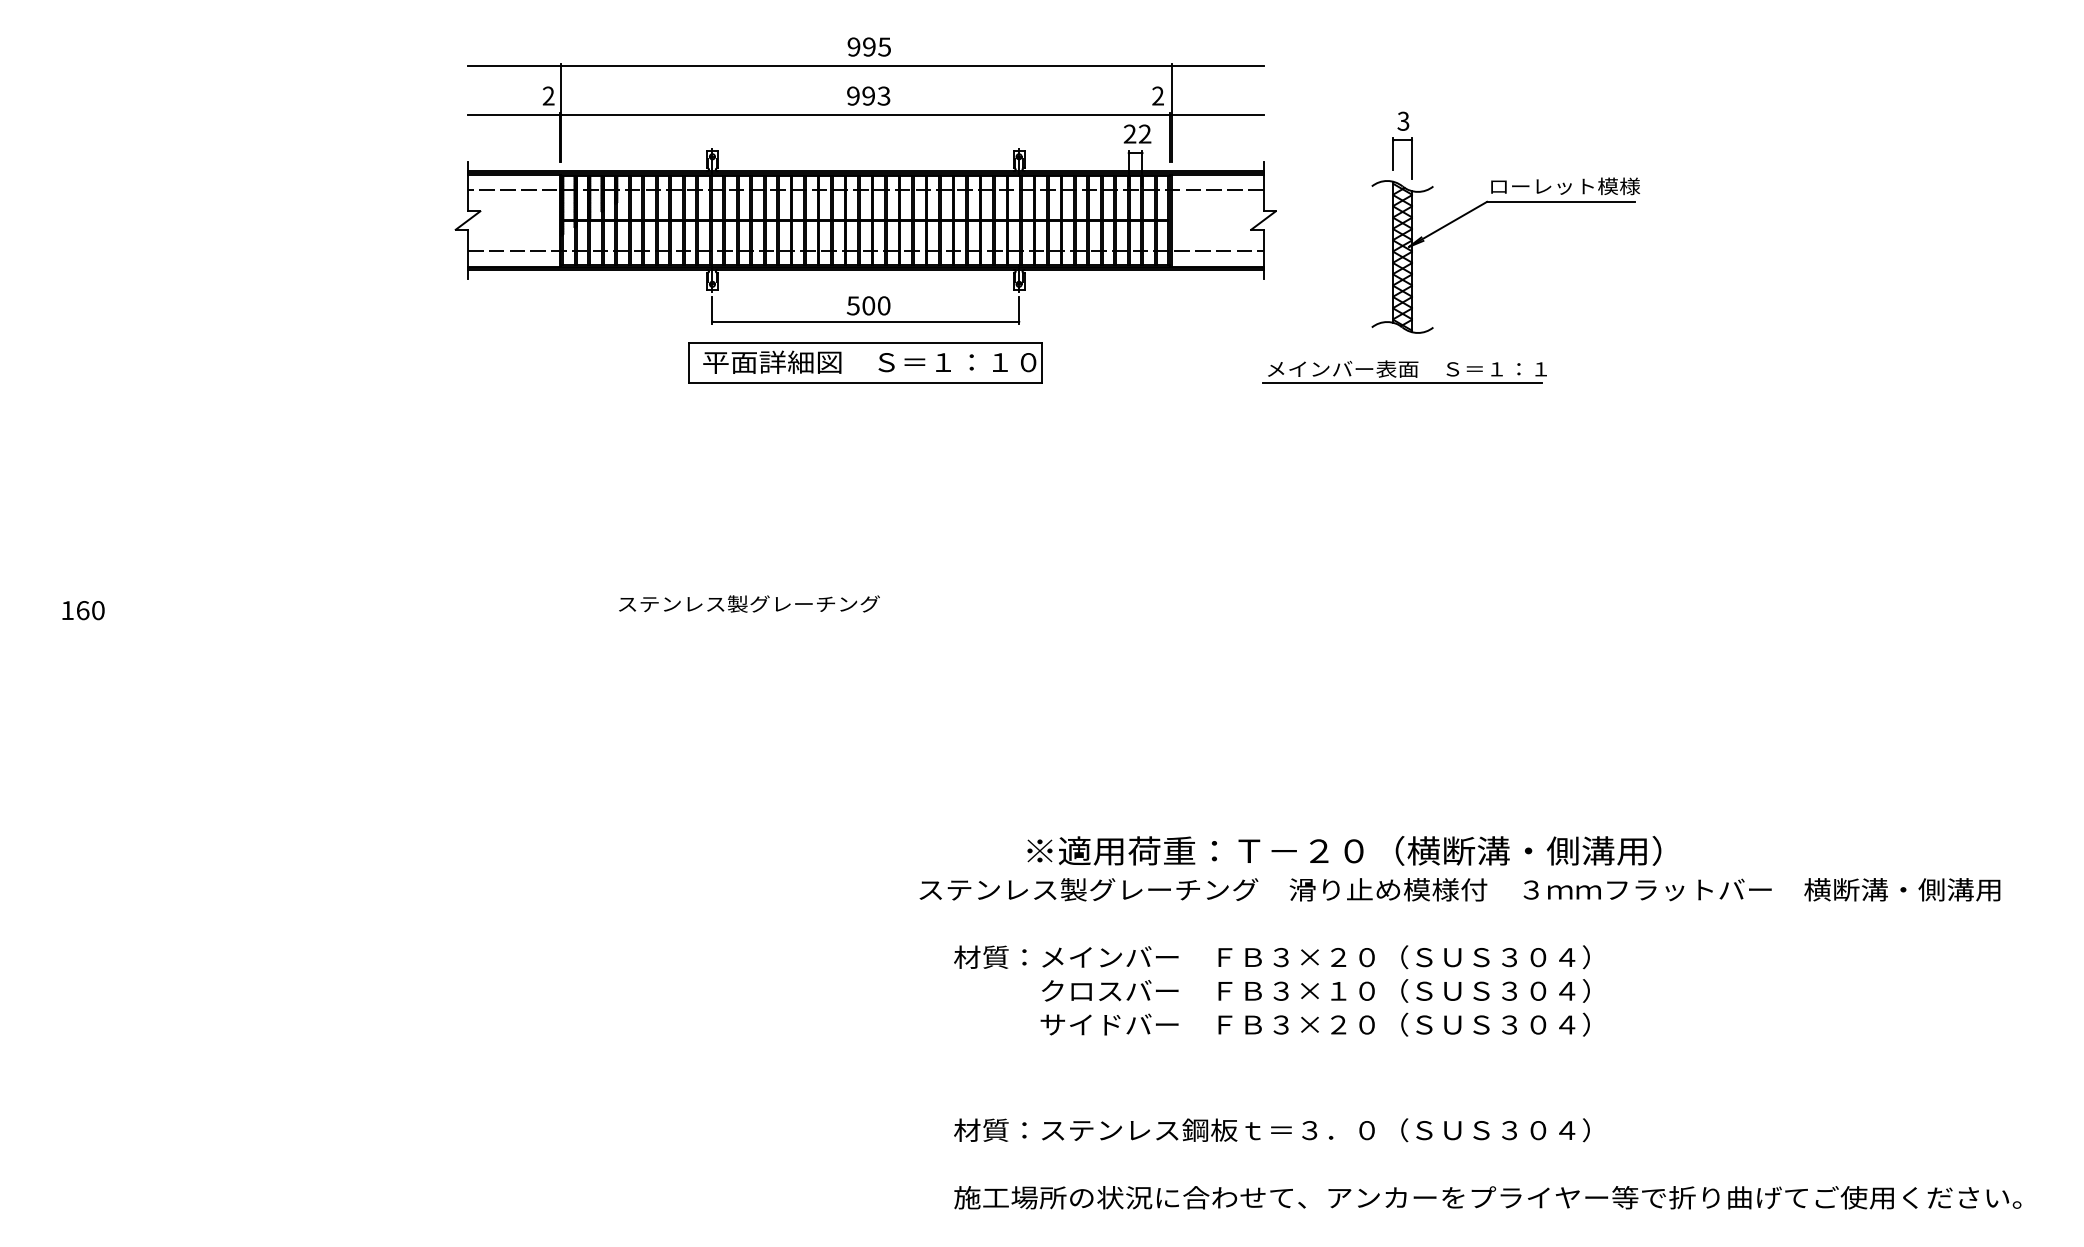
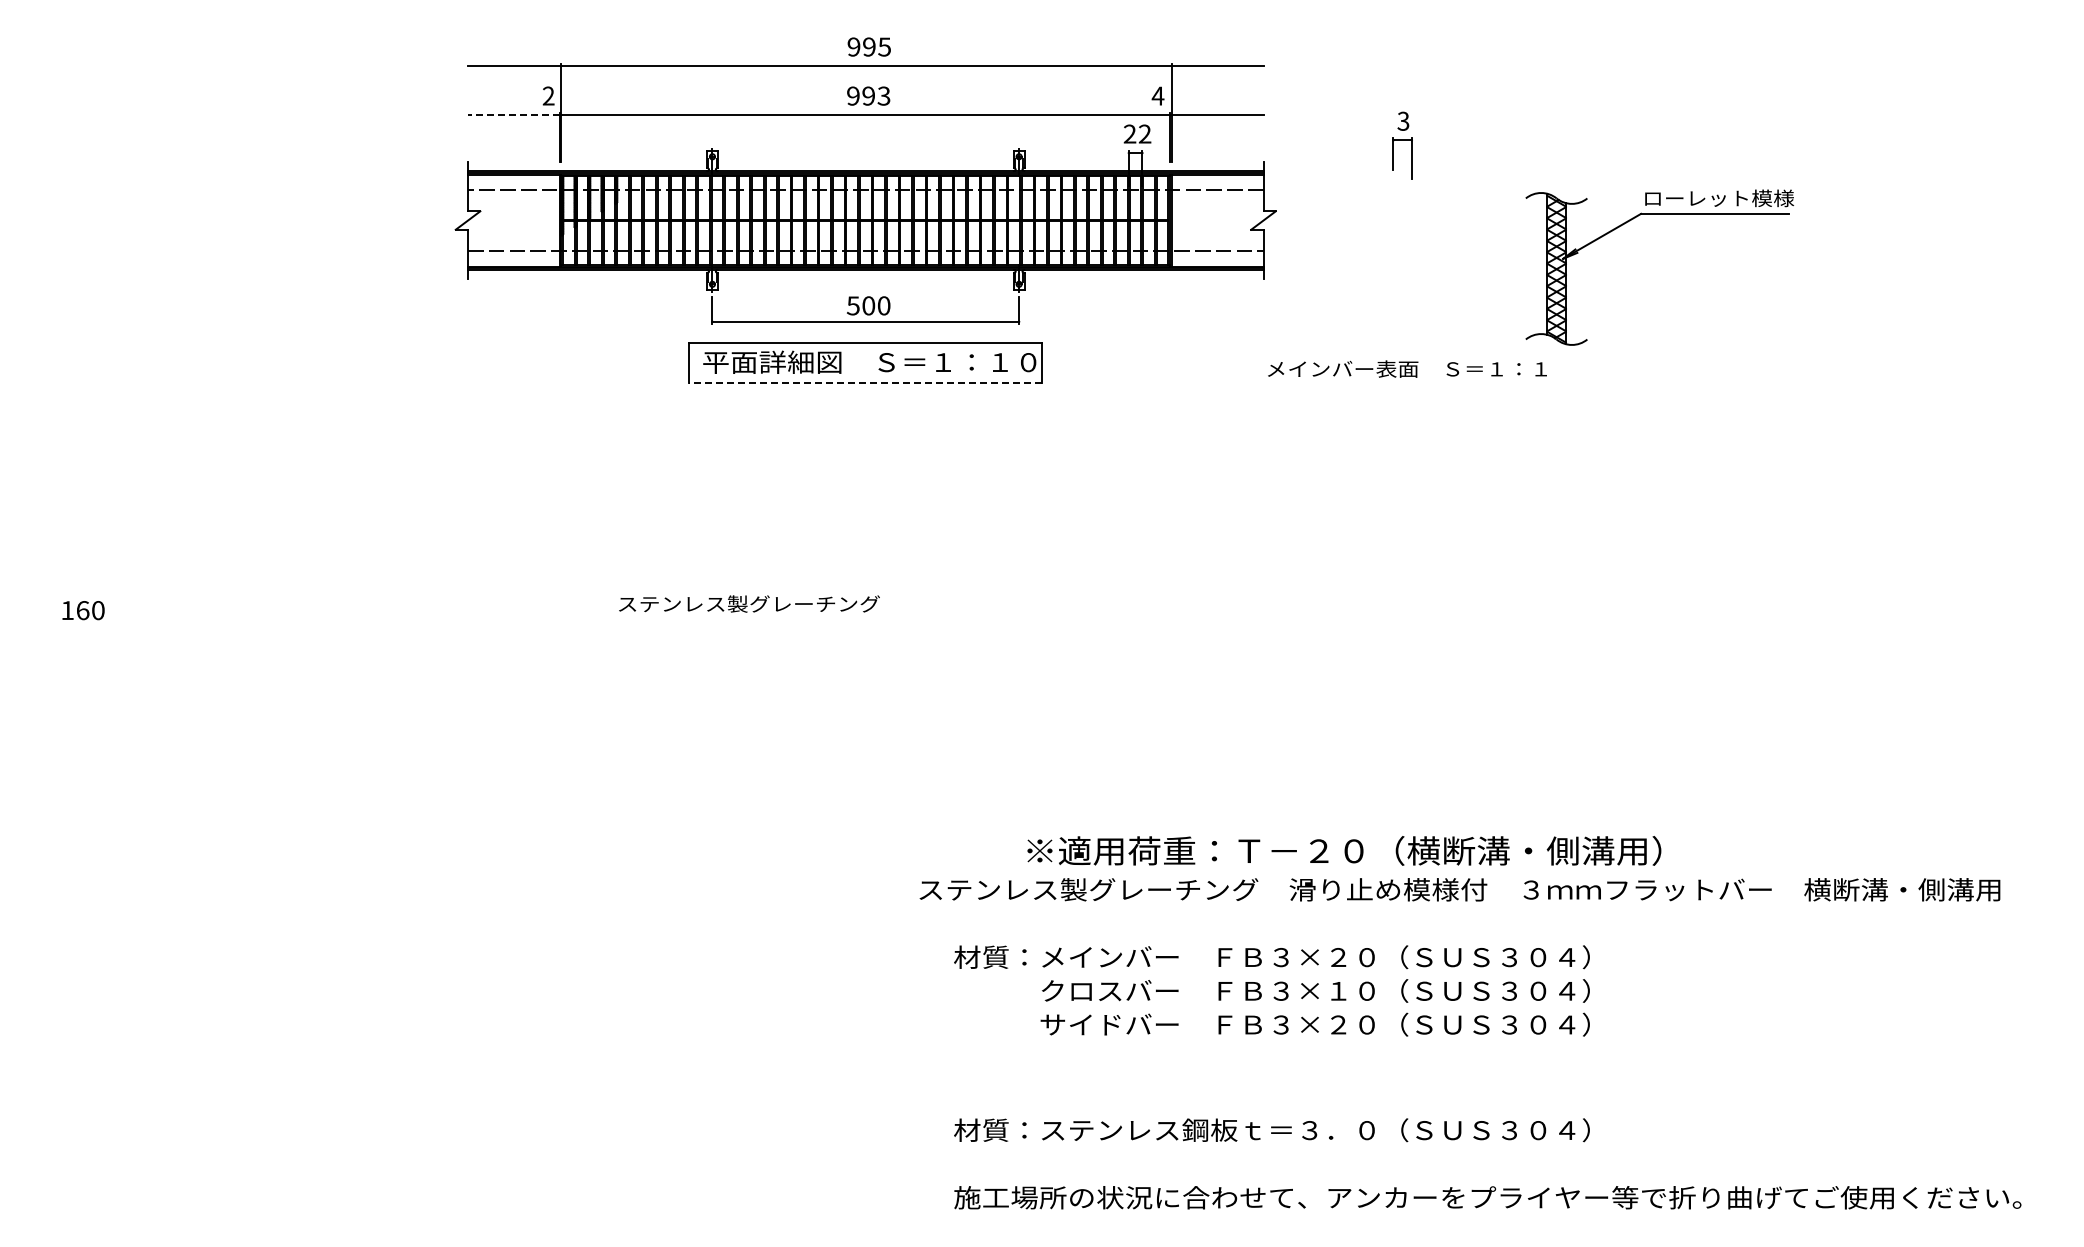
text at (1157, 95): 2 -> 4
line at (514, 115): solid -> dashed
part at (1505, 202) position: (1505, 202) -> (1659, 214)
line at (865, 383): solid -> dashed
line at (1402, 383): present -> none
